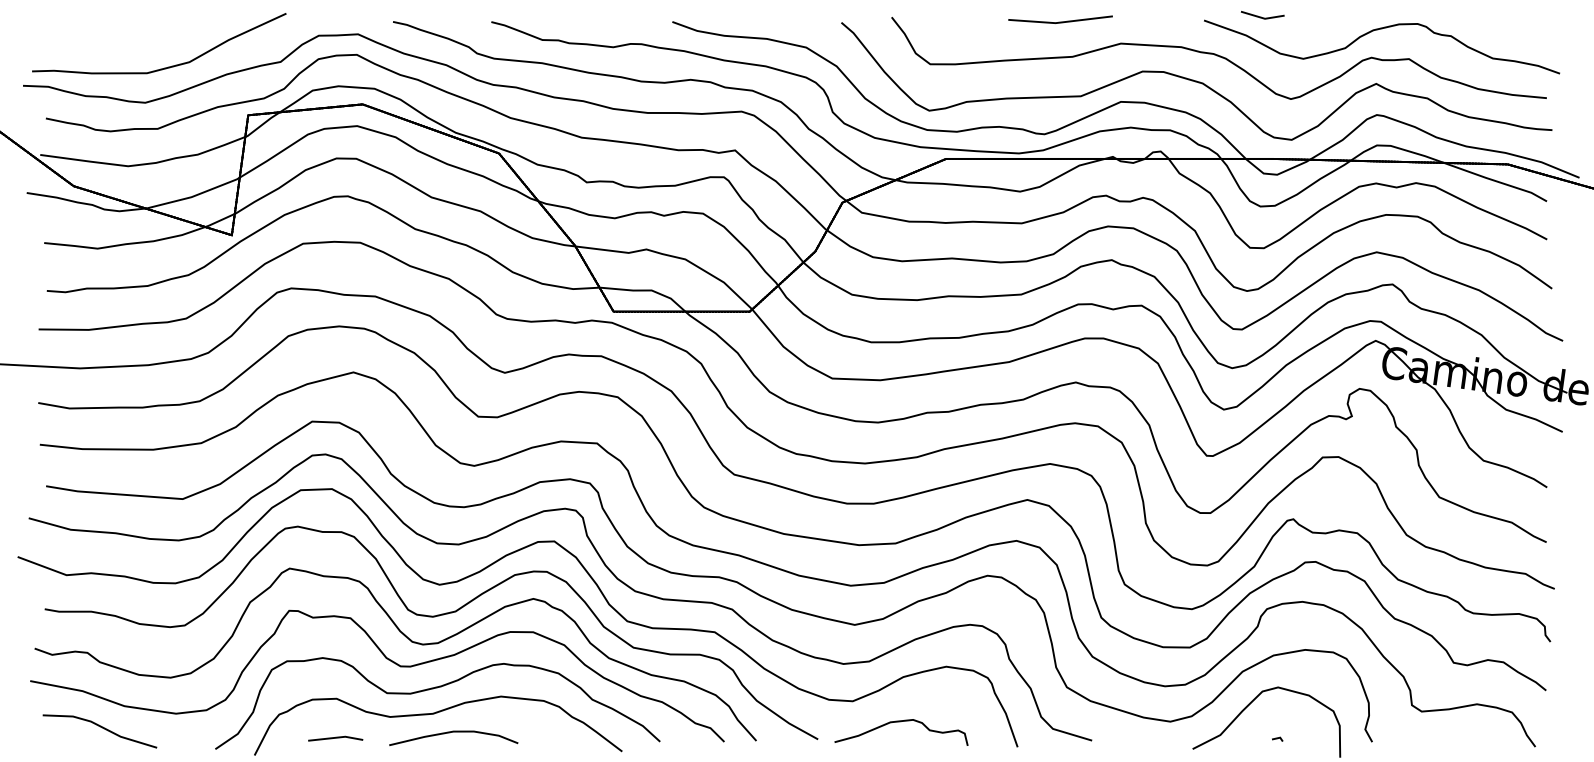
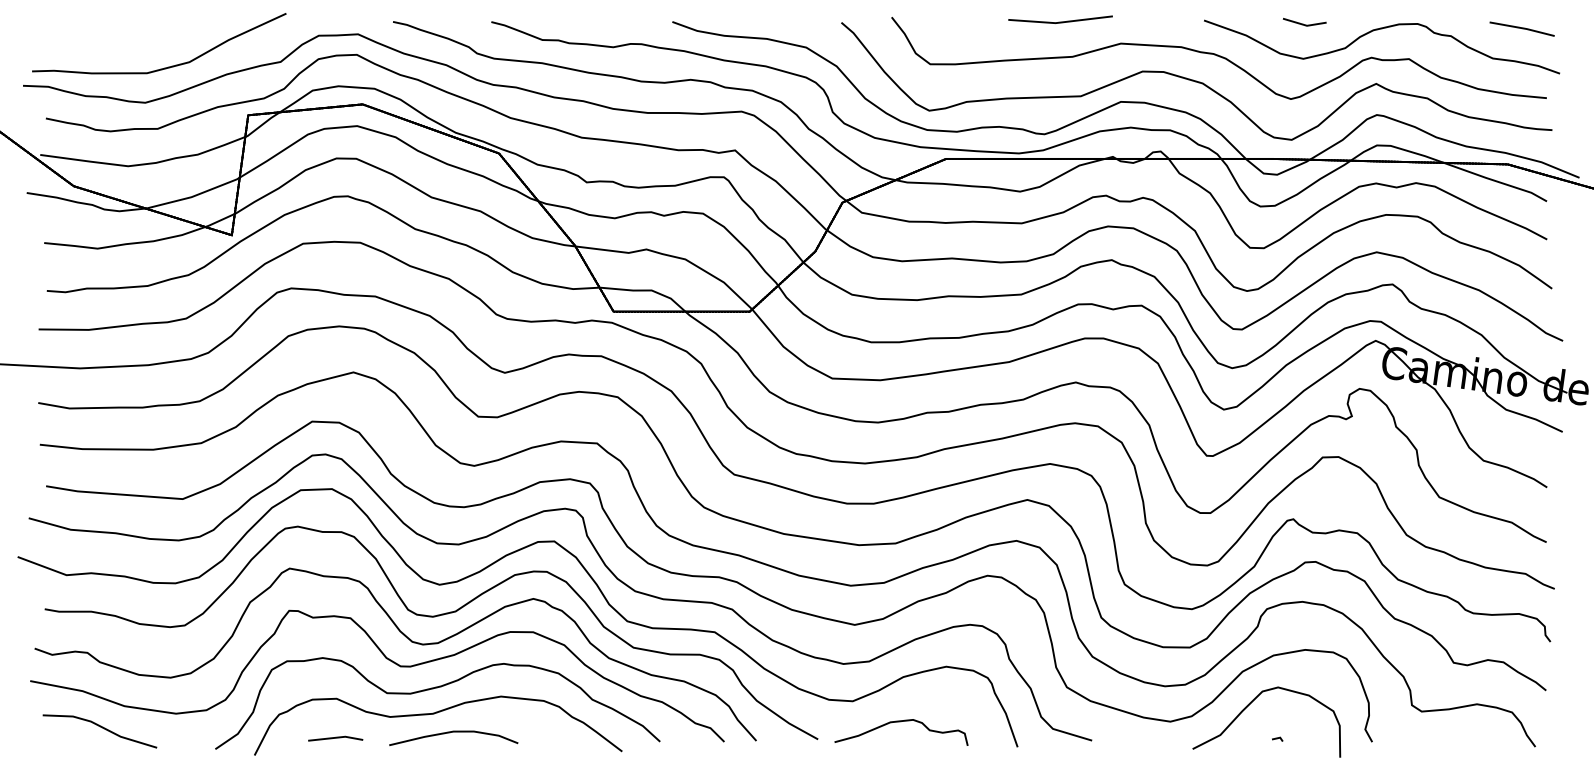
line at (1261, 16) position: (1261, 16) -> (1303, 23)
line at (1521, 28): none -> present
